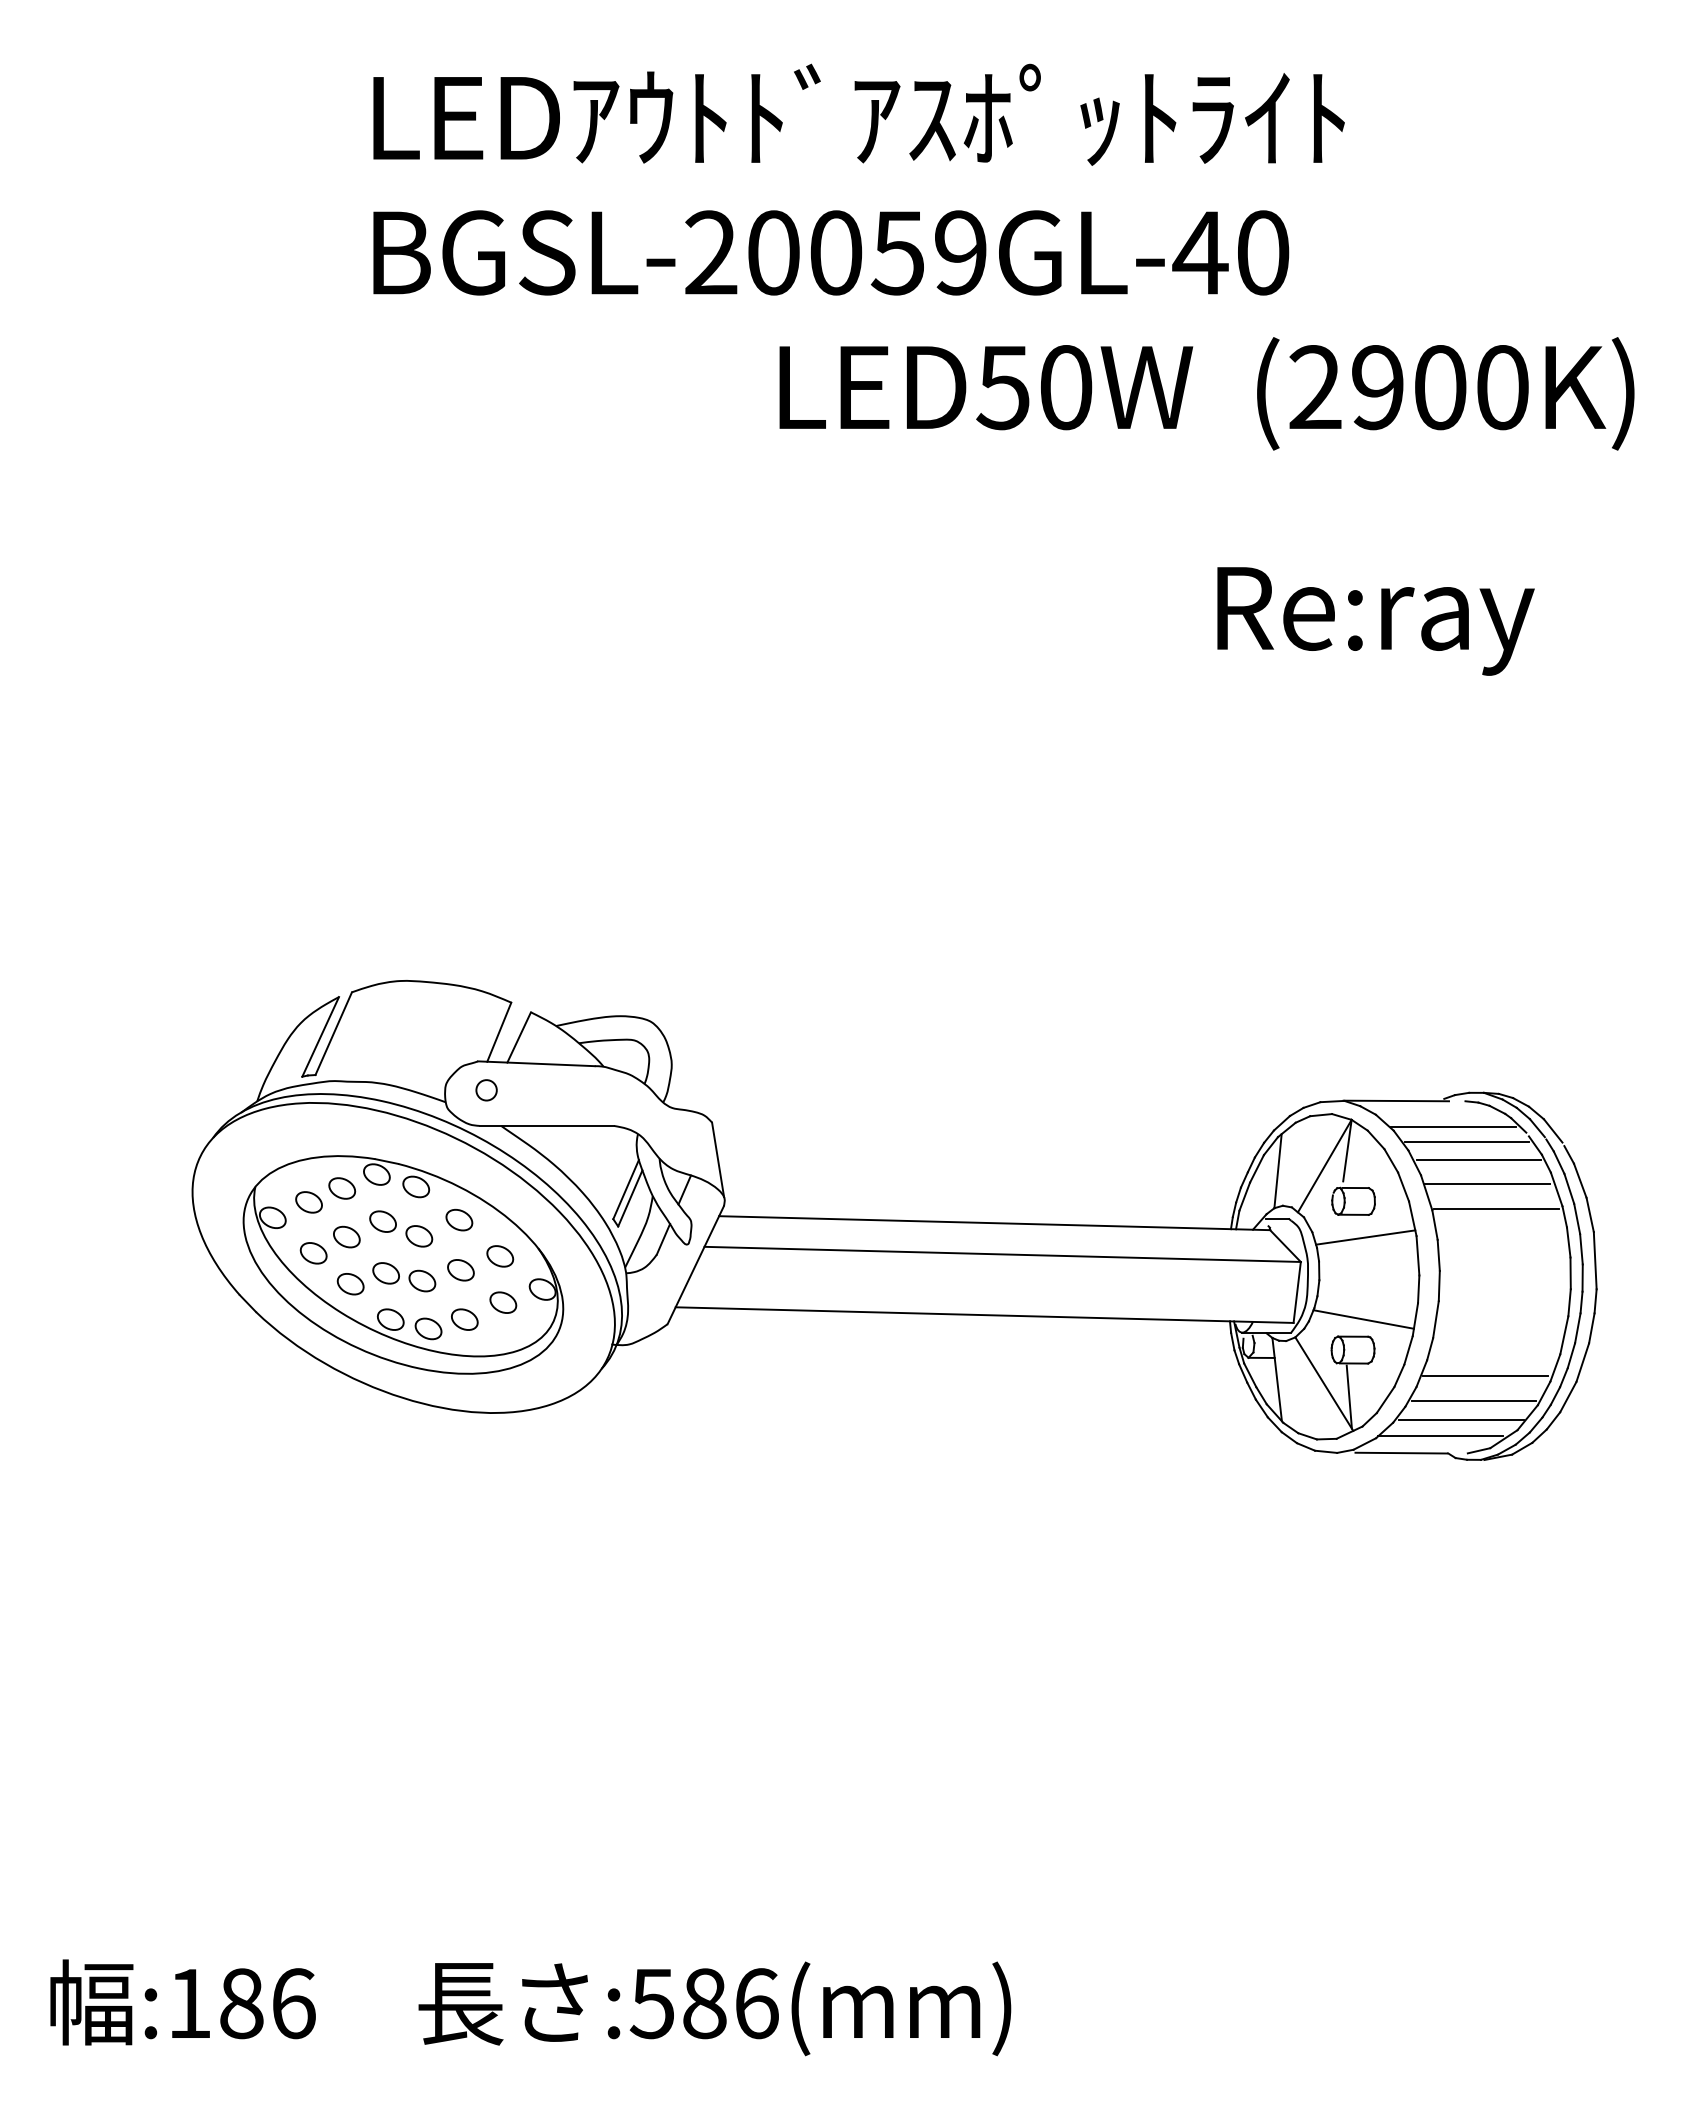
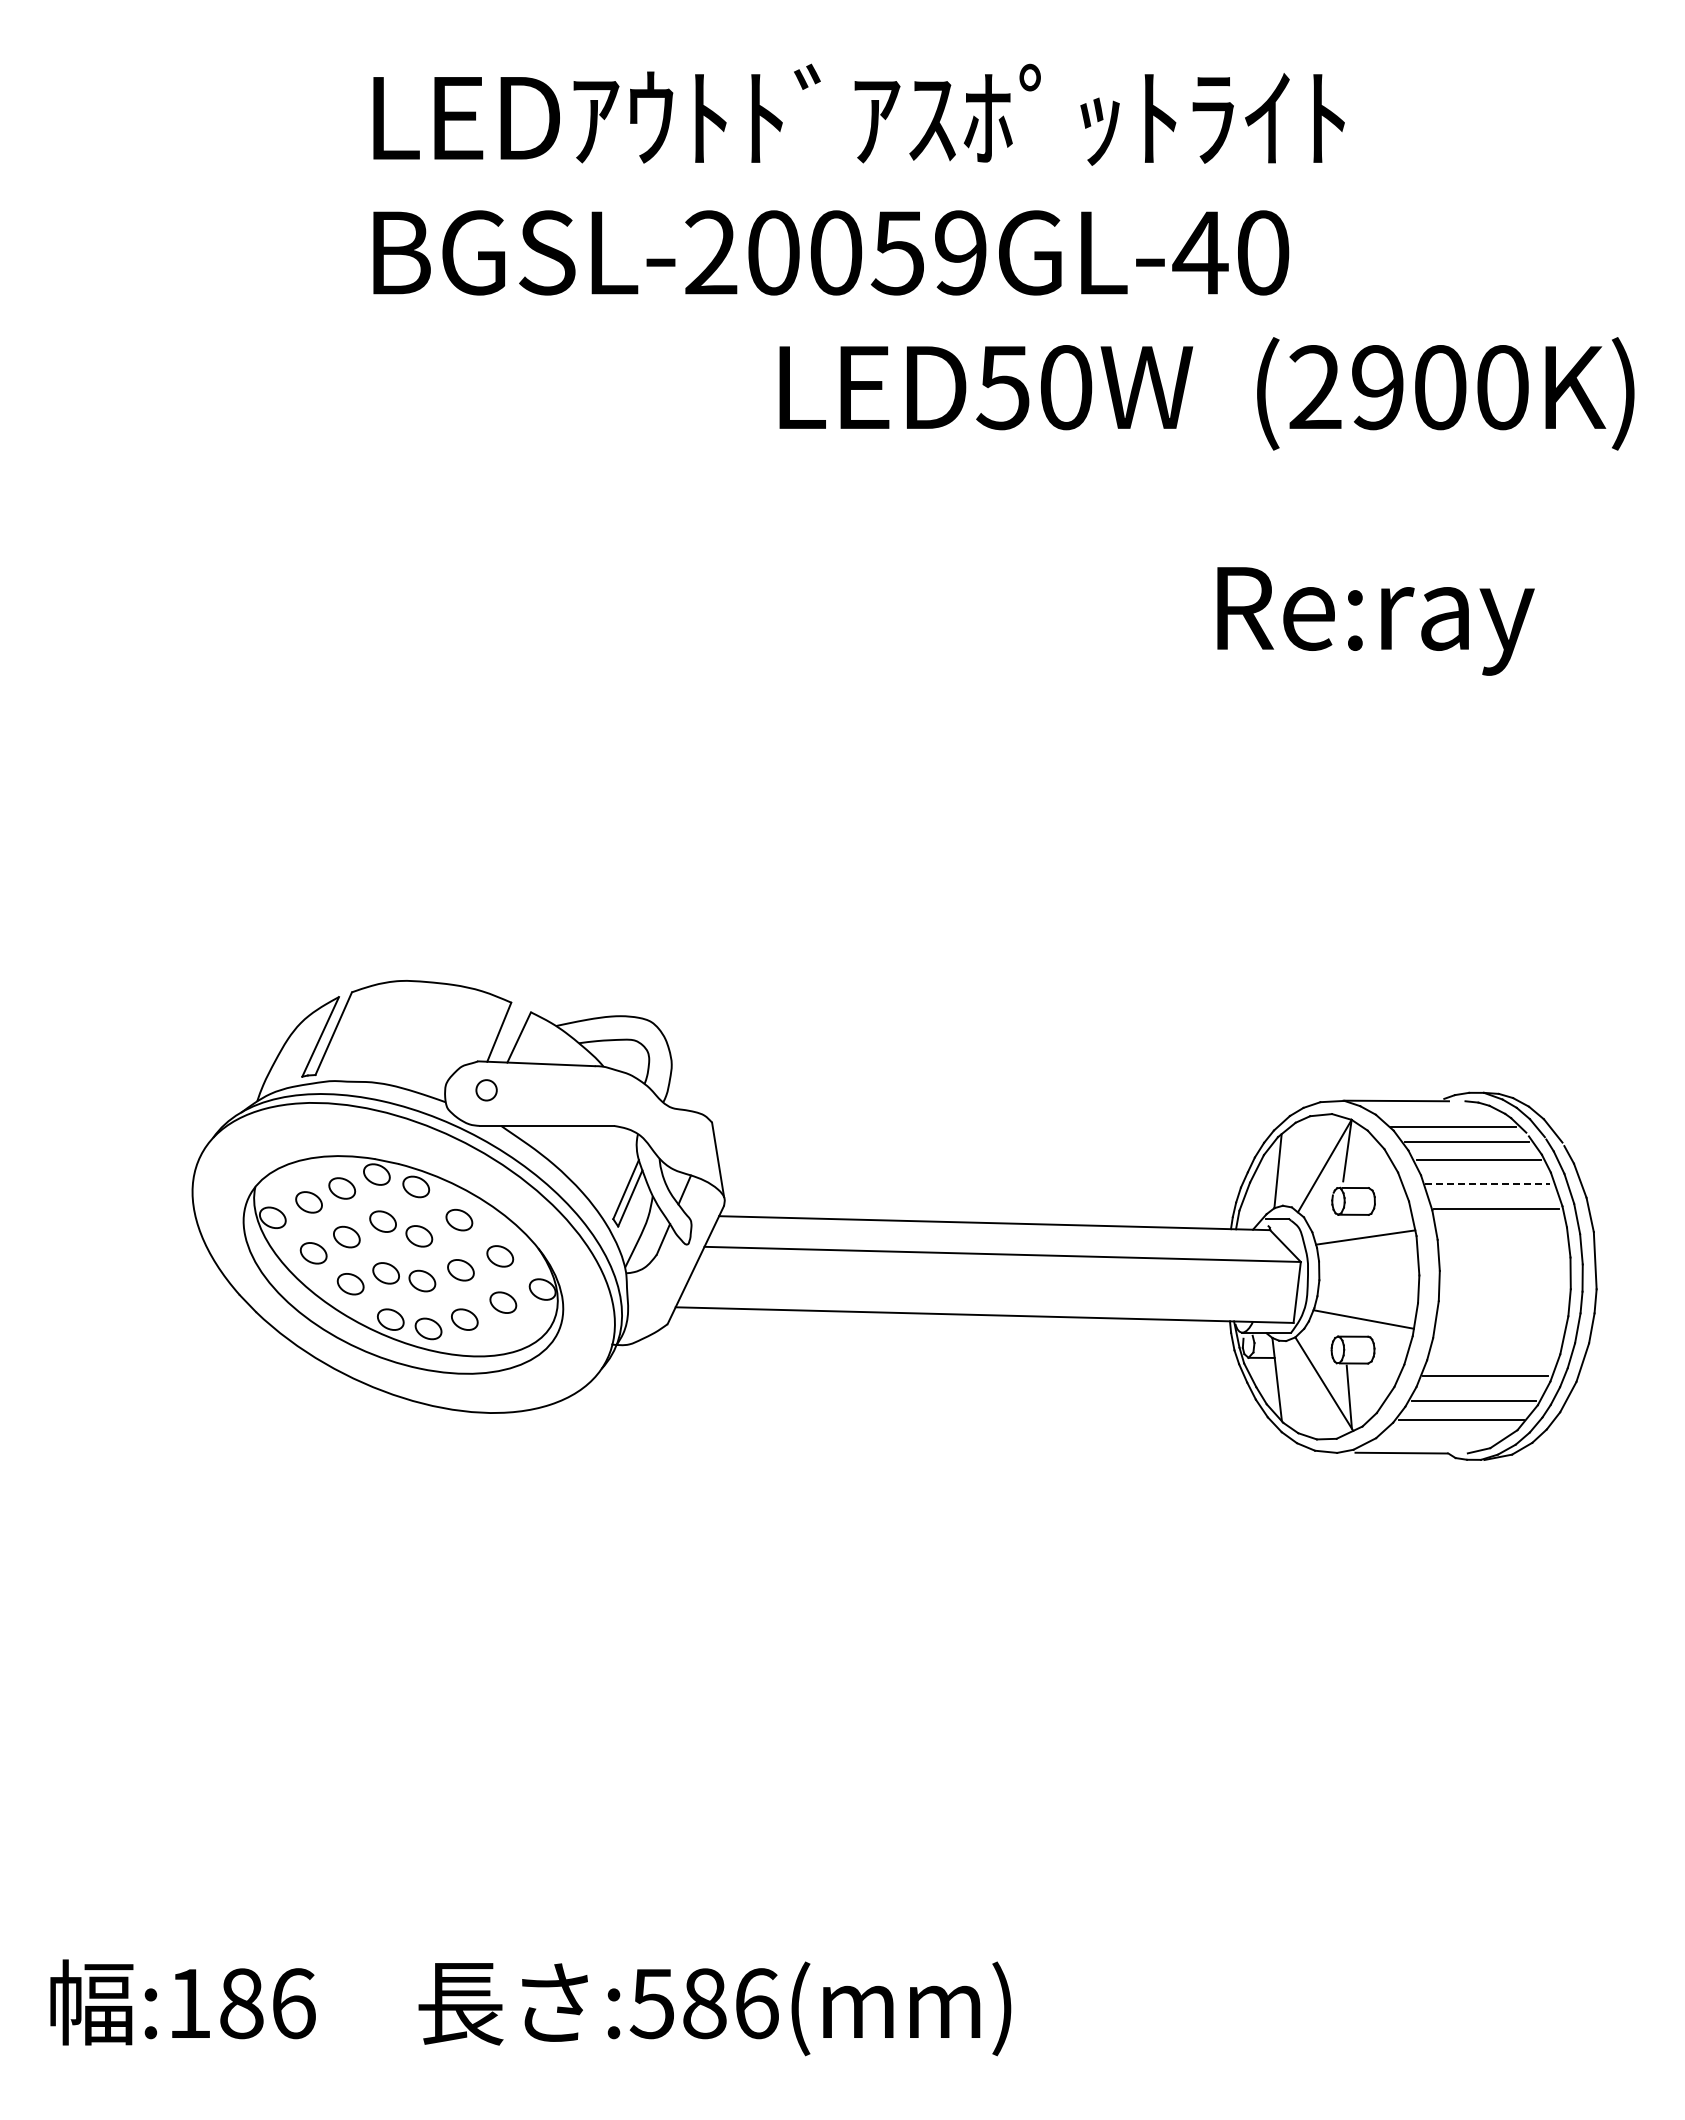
line at (1488, 1183): solid -> dashed
line at (1440, 1436): present -> none
